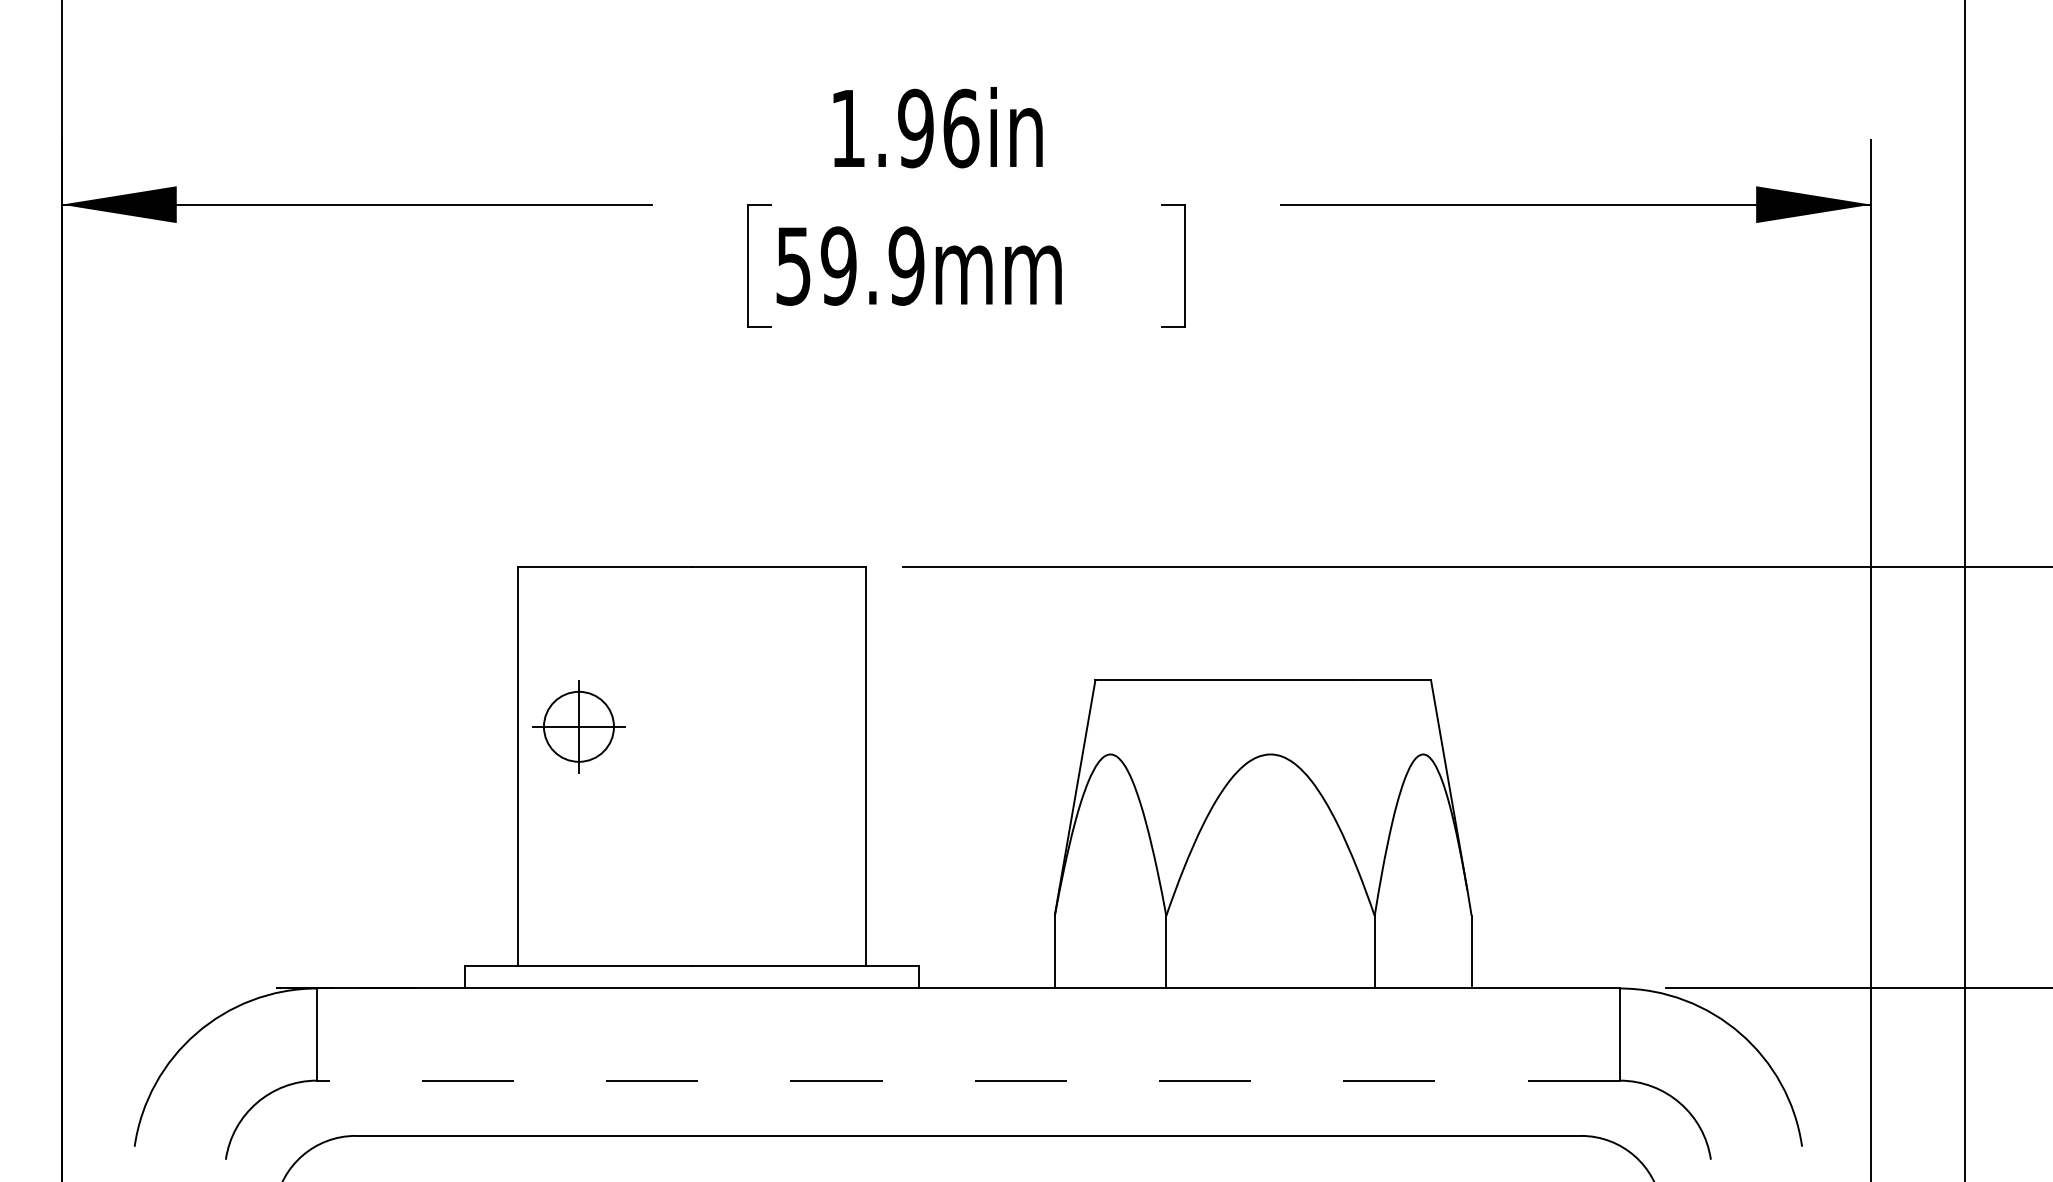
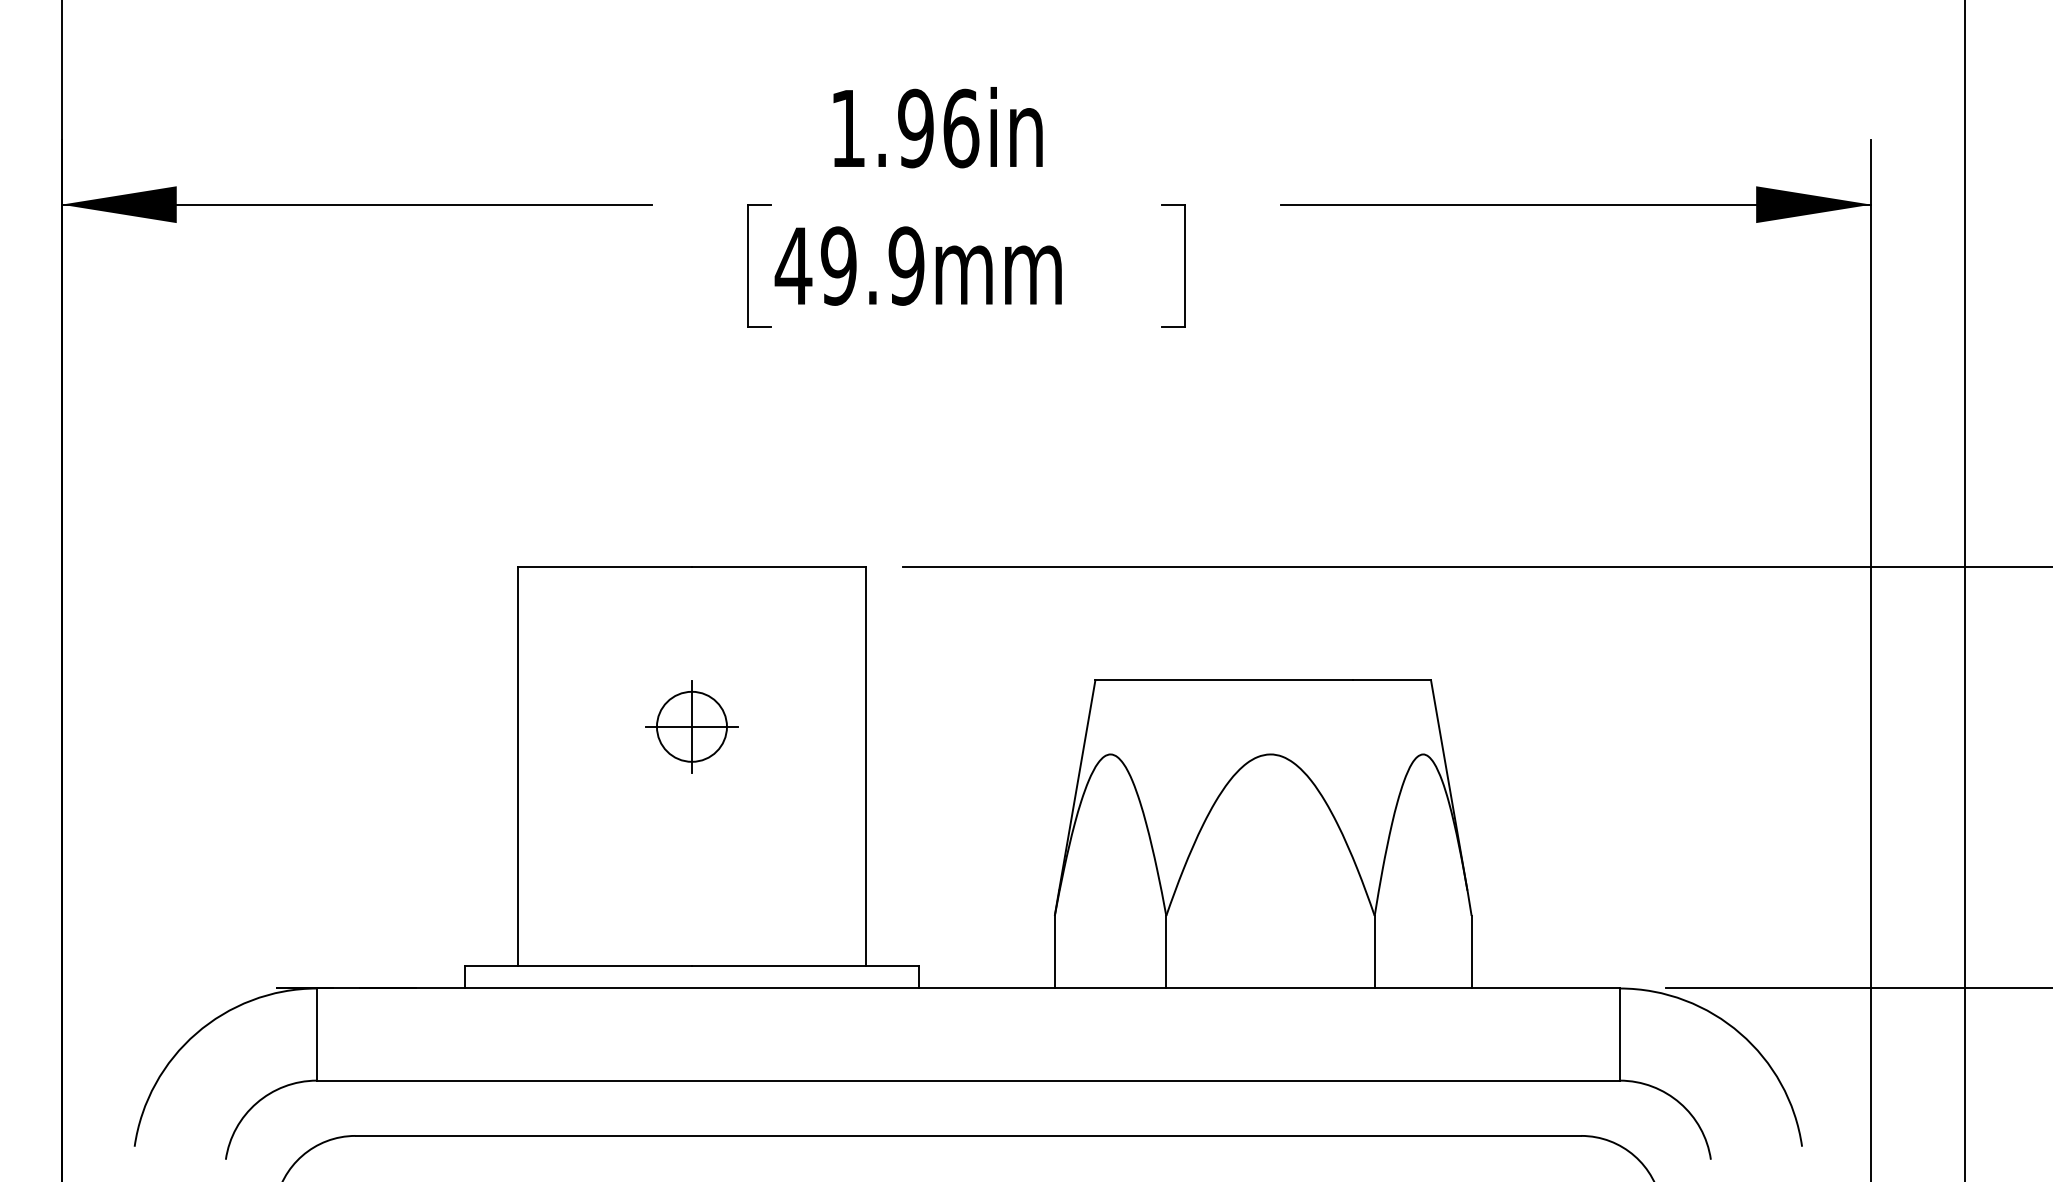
text at (793, 266): 59.9mm -> 49.9mm
part at (578, 726) position: (578, 726) -> (691, 726)
line at (967, 1080): dashed -> solid
